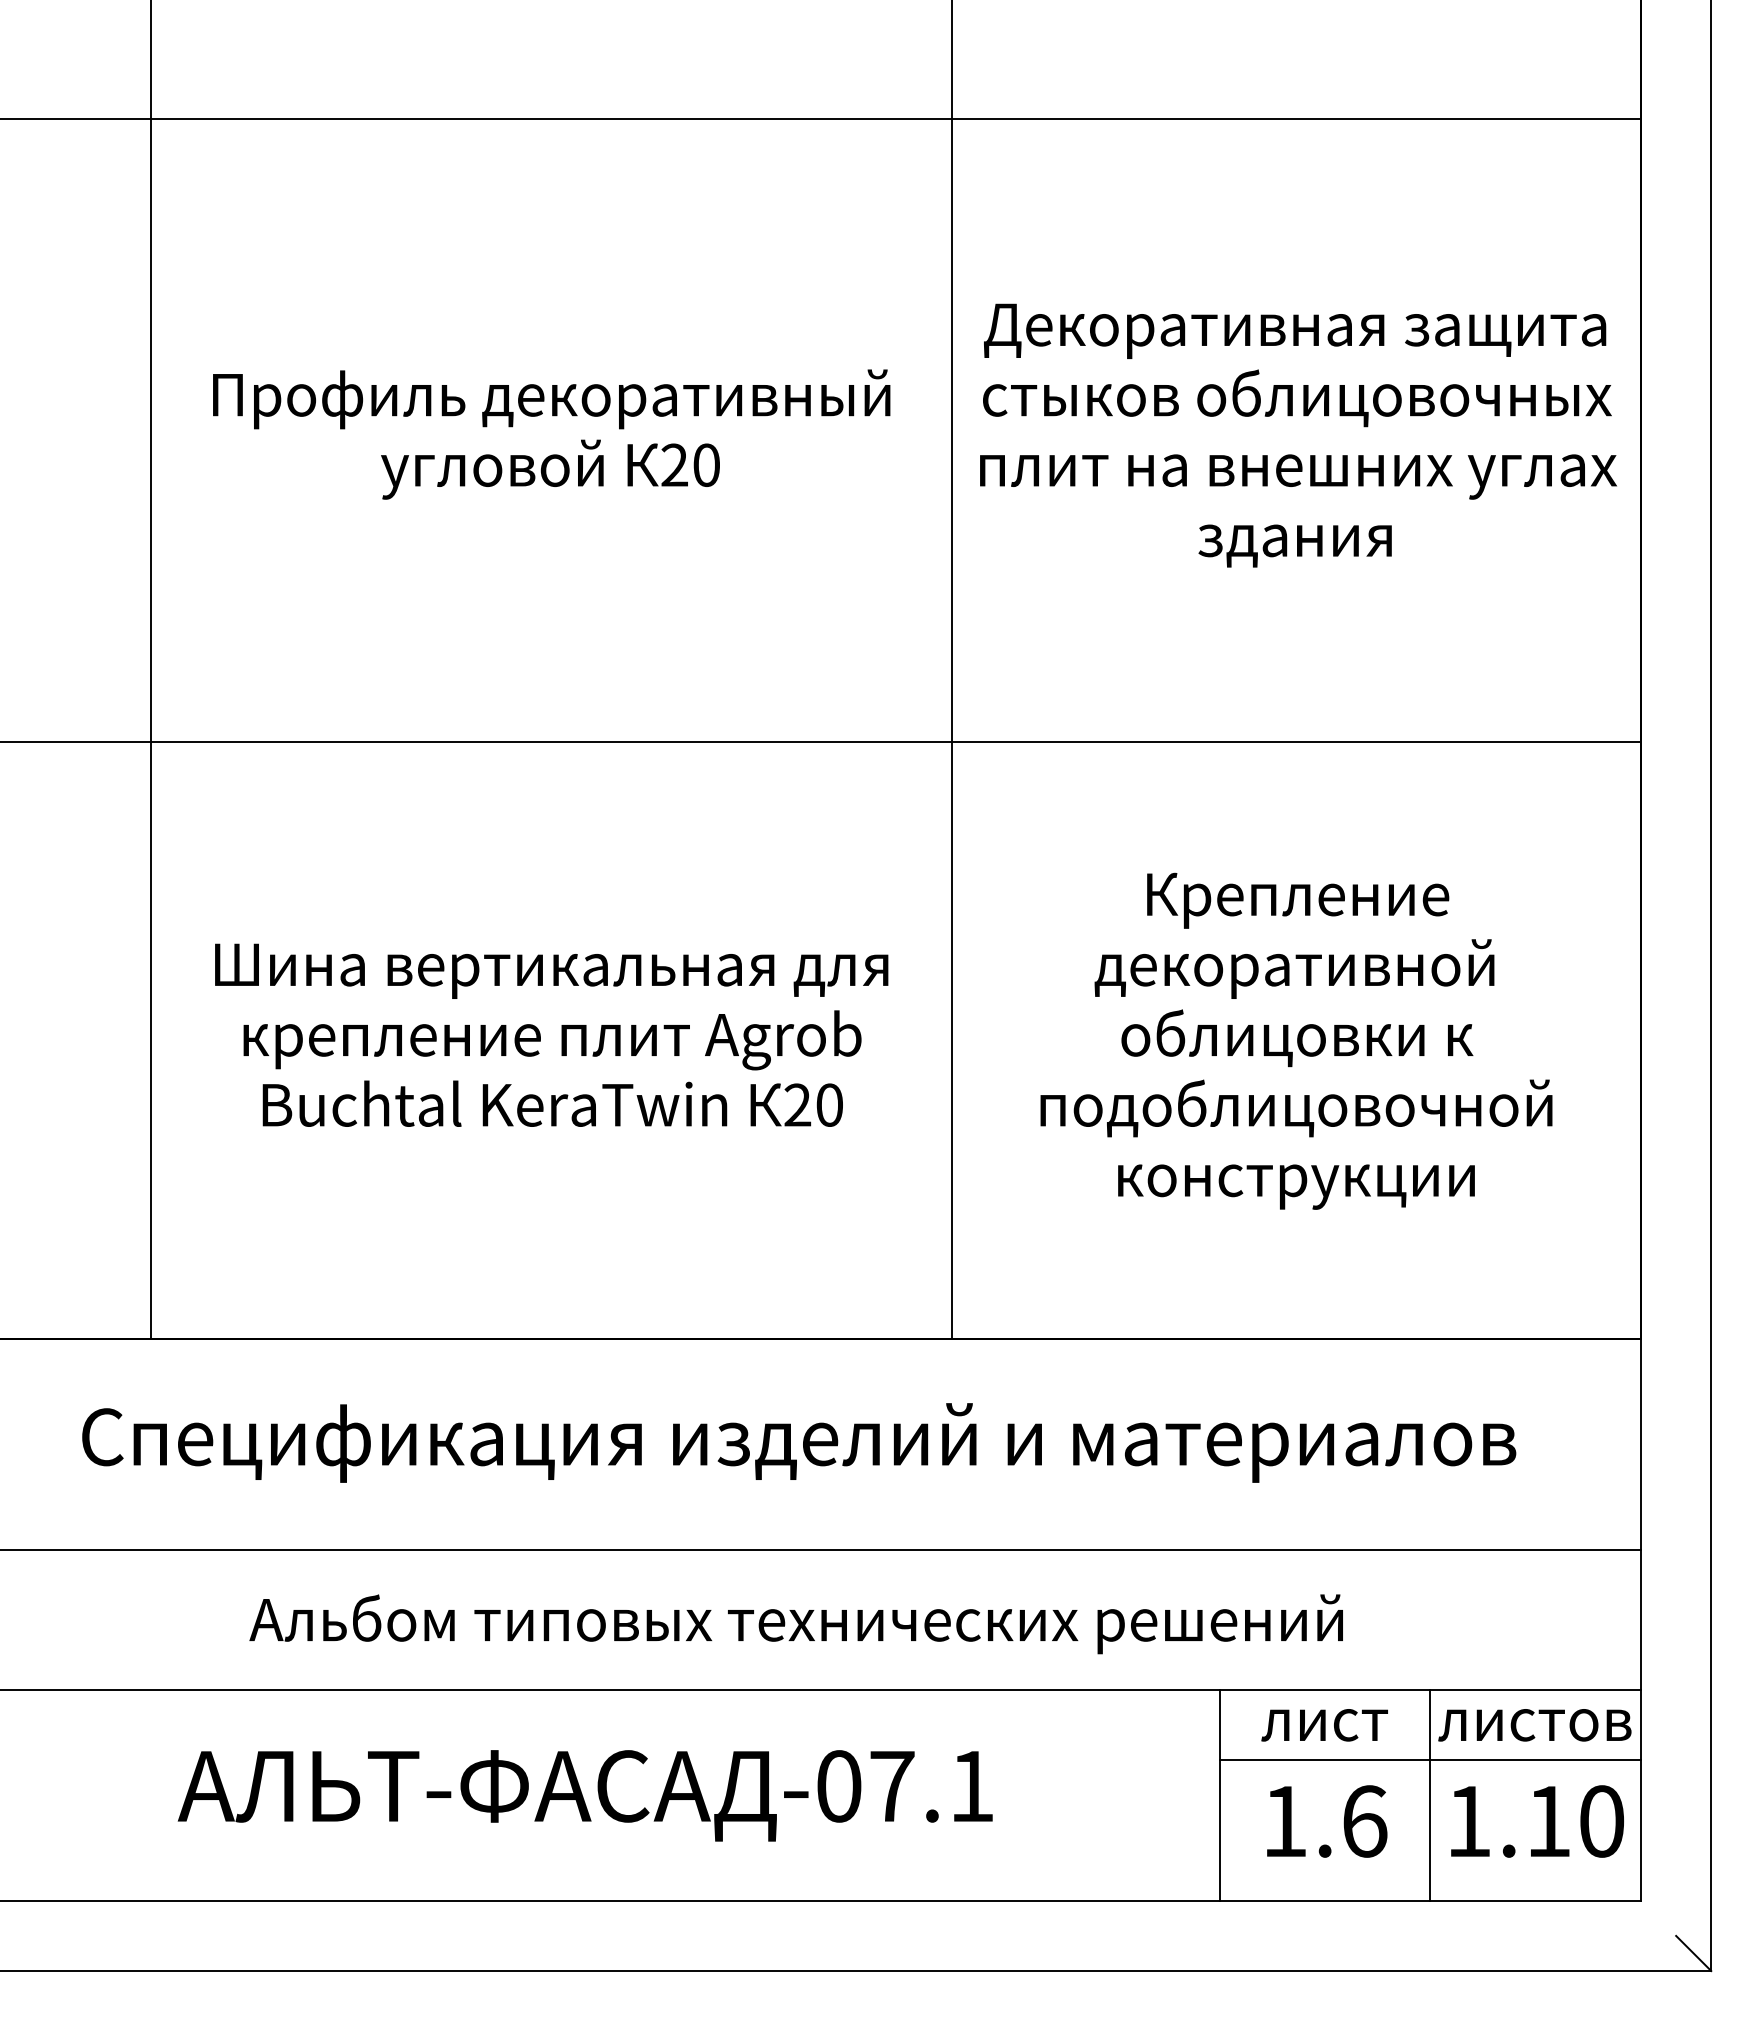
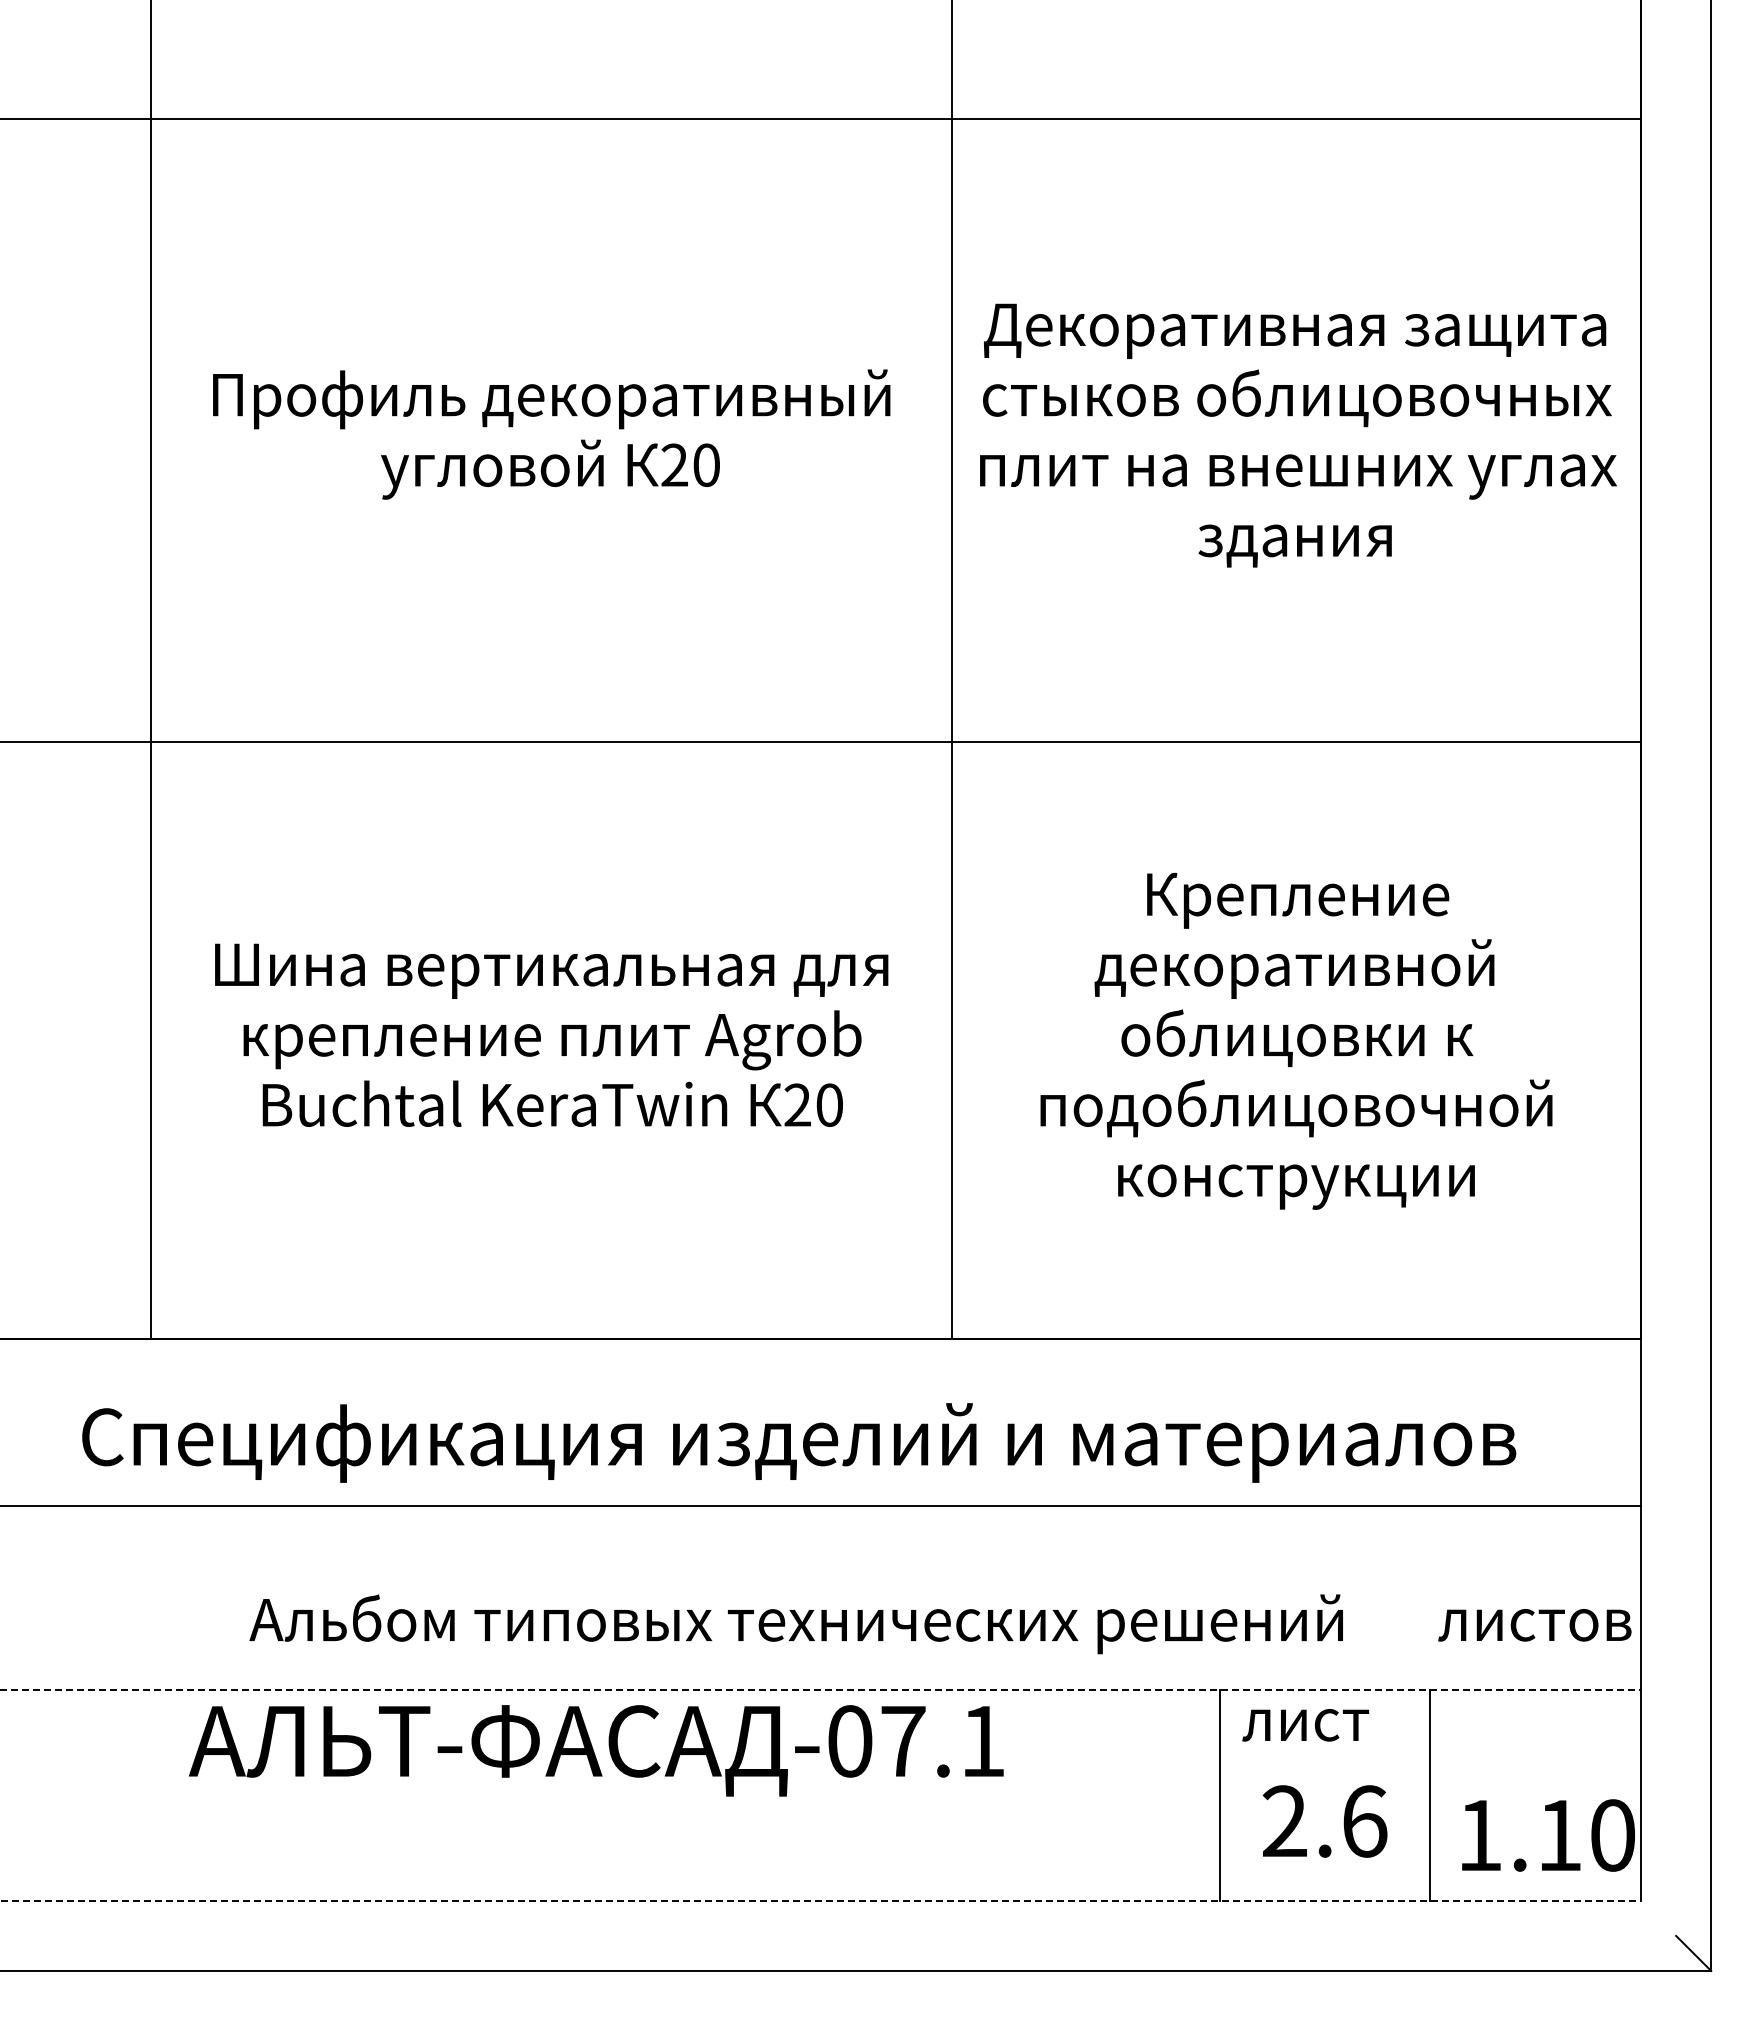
line at (821, 1549) position: (821, 1549) -> (821, 1505)
line at (821, 1690): solid -> dashed
text at (1324, 1725) position: (1324, 1725) -> (1305, 1725)
text at (1534, 1725) position: (1534, 1725) -> (1534, 1625)
line at (1430, 1760): present -> none
text at (584, 1795) position: (584, 1795) -> (595, 1750)
text at (1284, 1820): 1.6 -> 2.6
text at (1537, 1821) position: (1537, 1821) -> (1548, 1835)
line at (821, 1900): solid -> dashed
